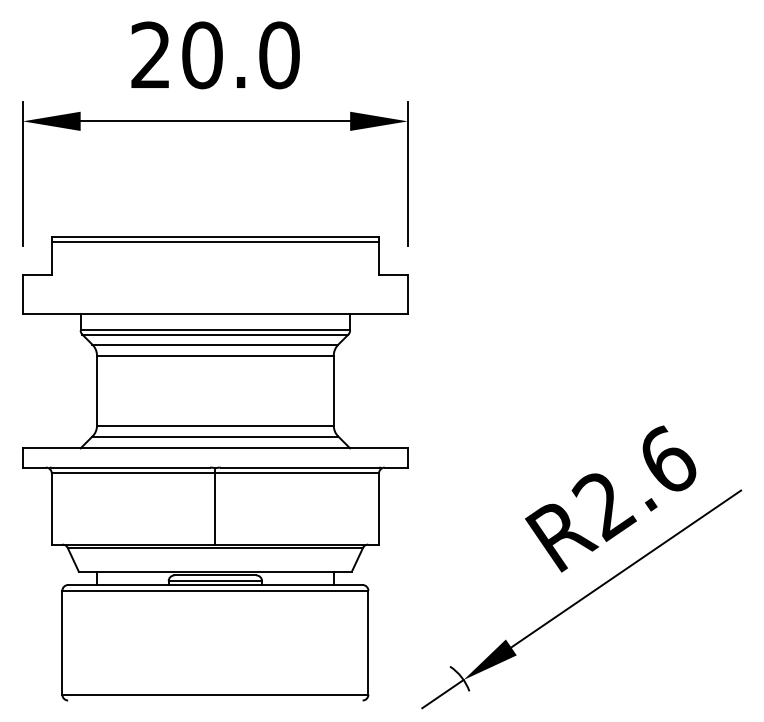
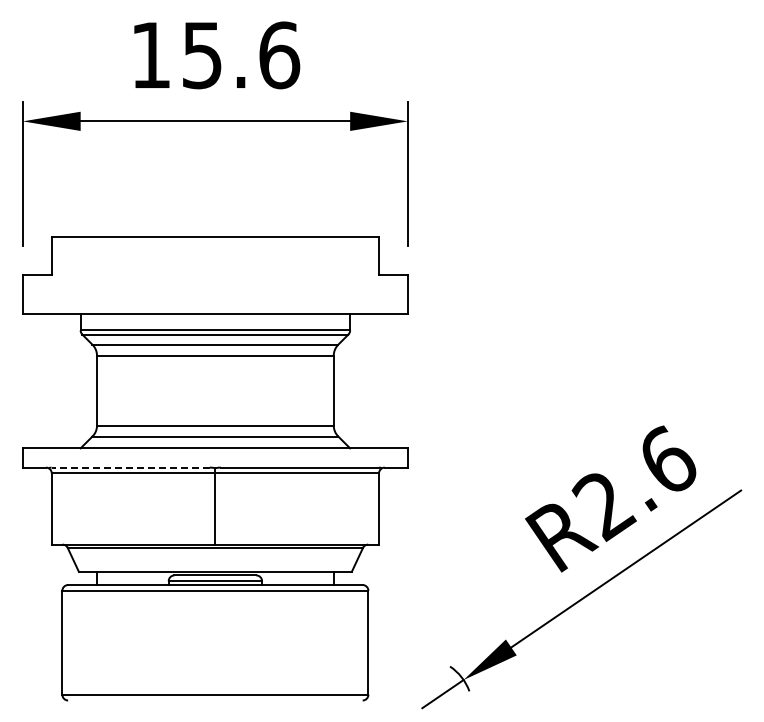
text at (215, 55): 20.0 -> 15.6
line at (215, 242): present -> none
line at (130, 467): solid -> dashed
